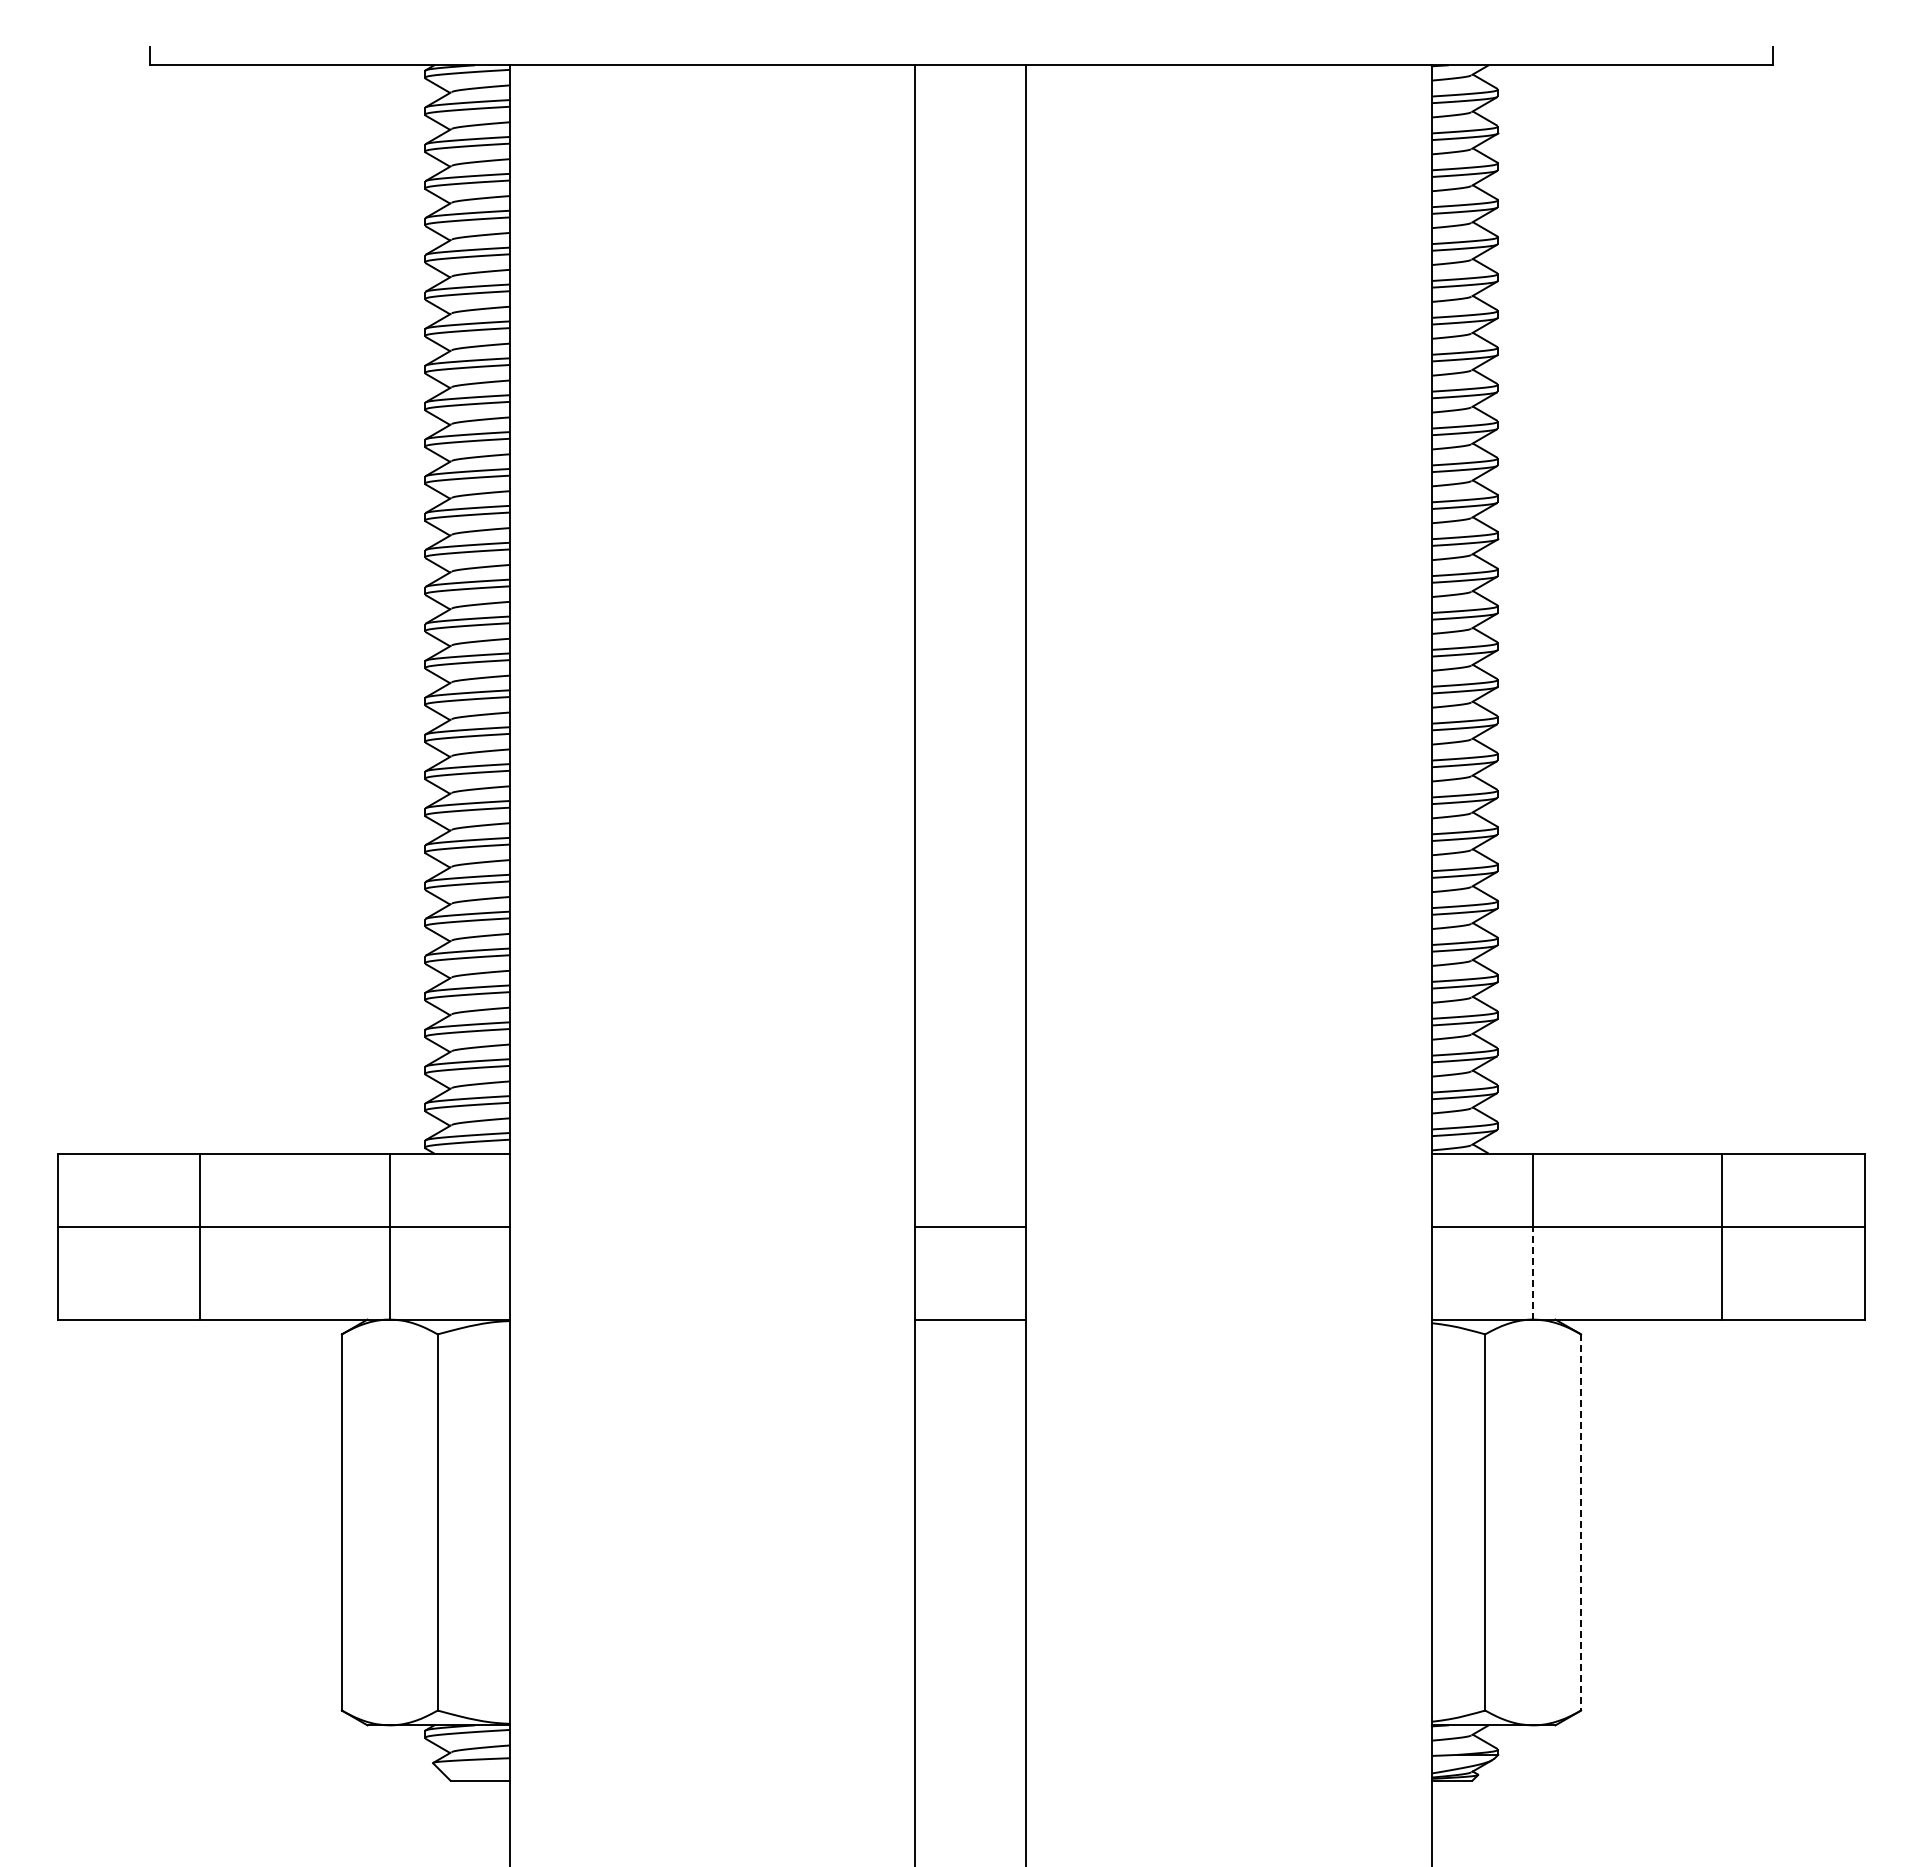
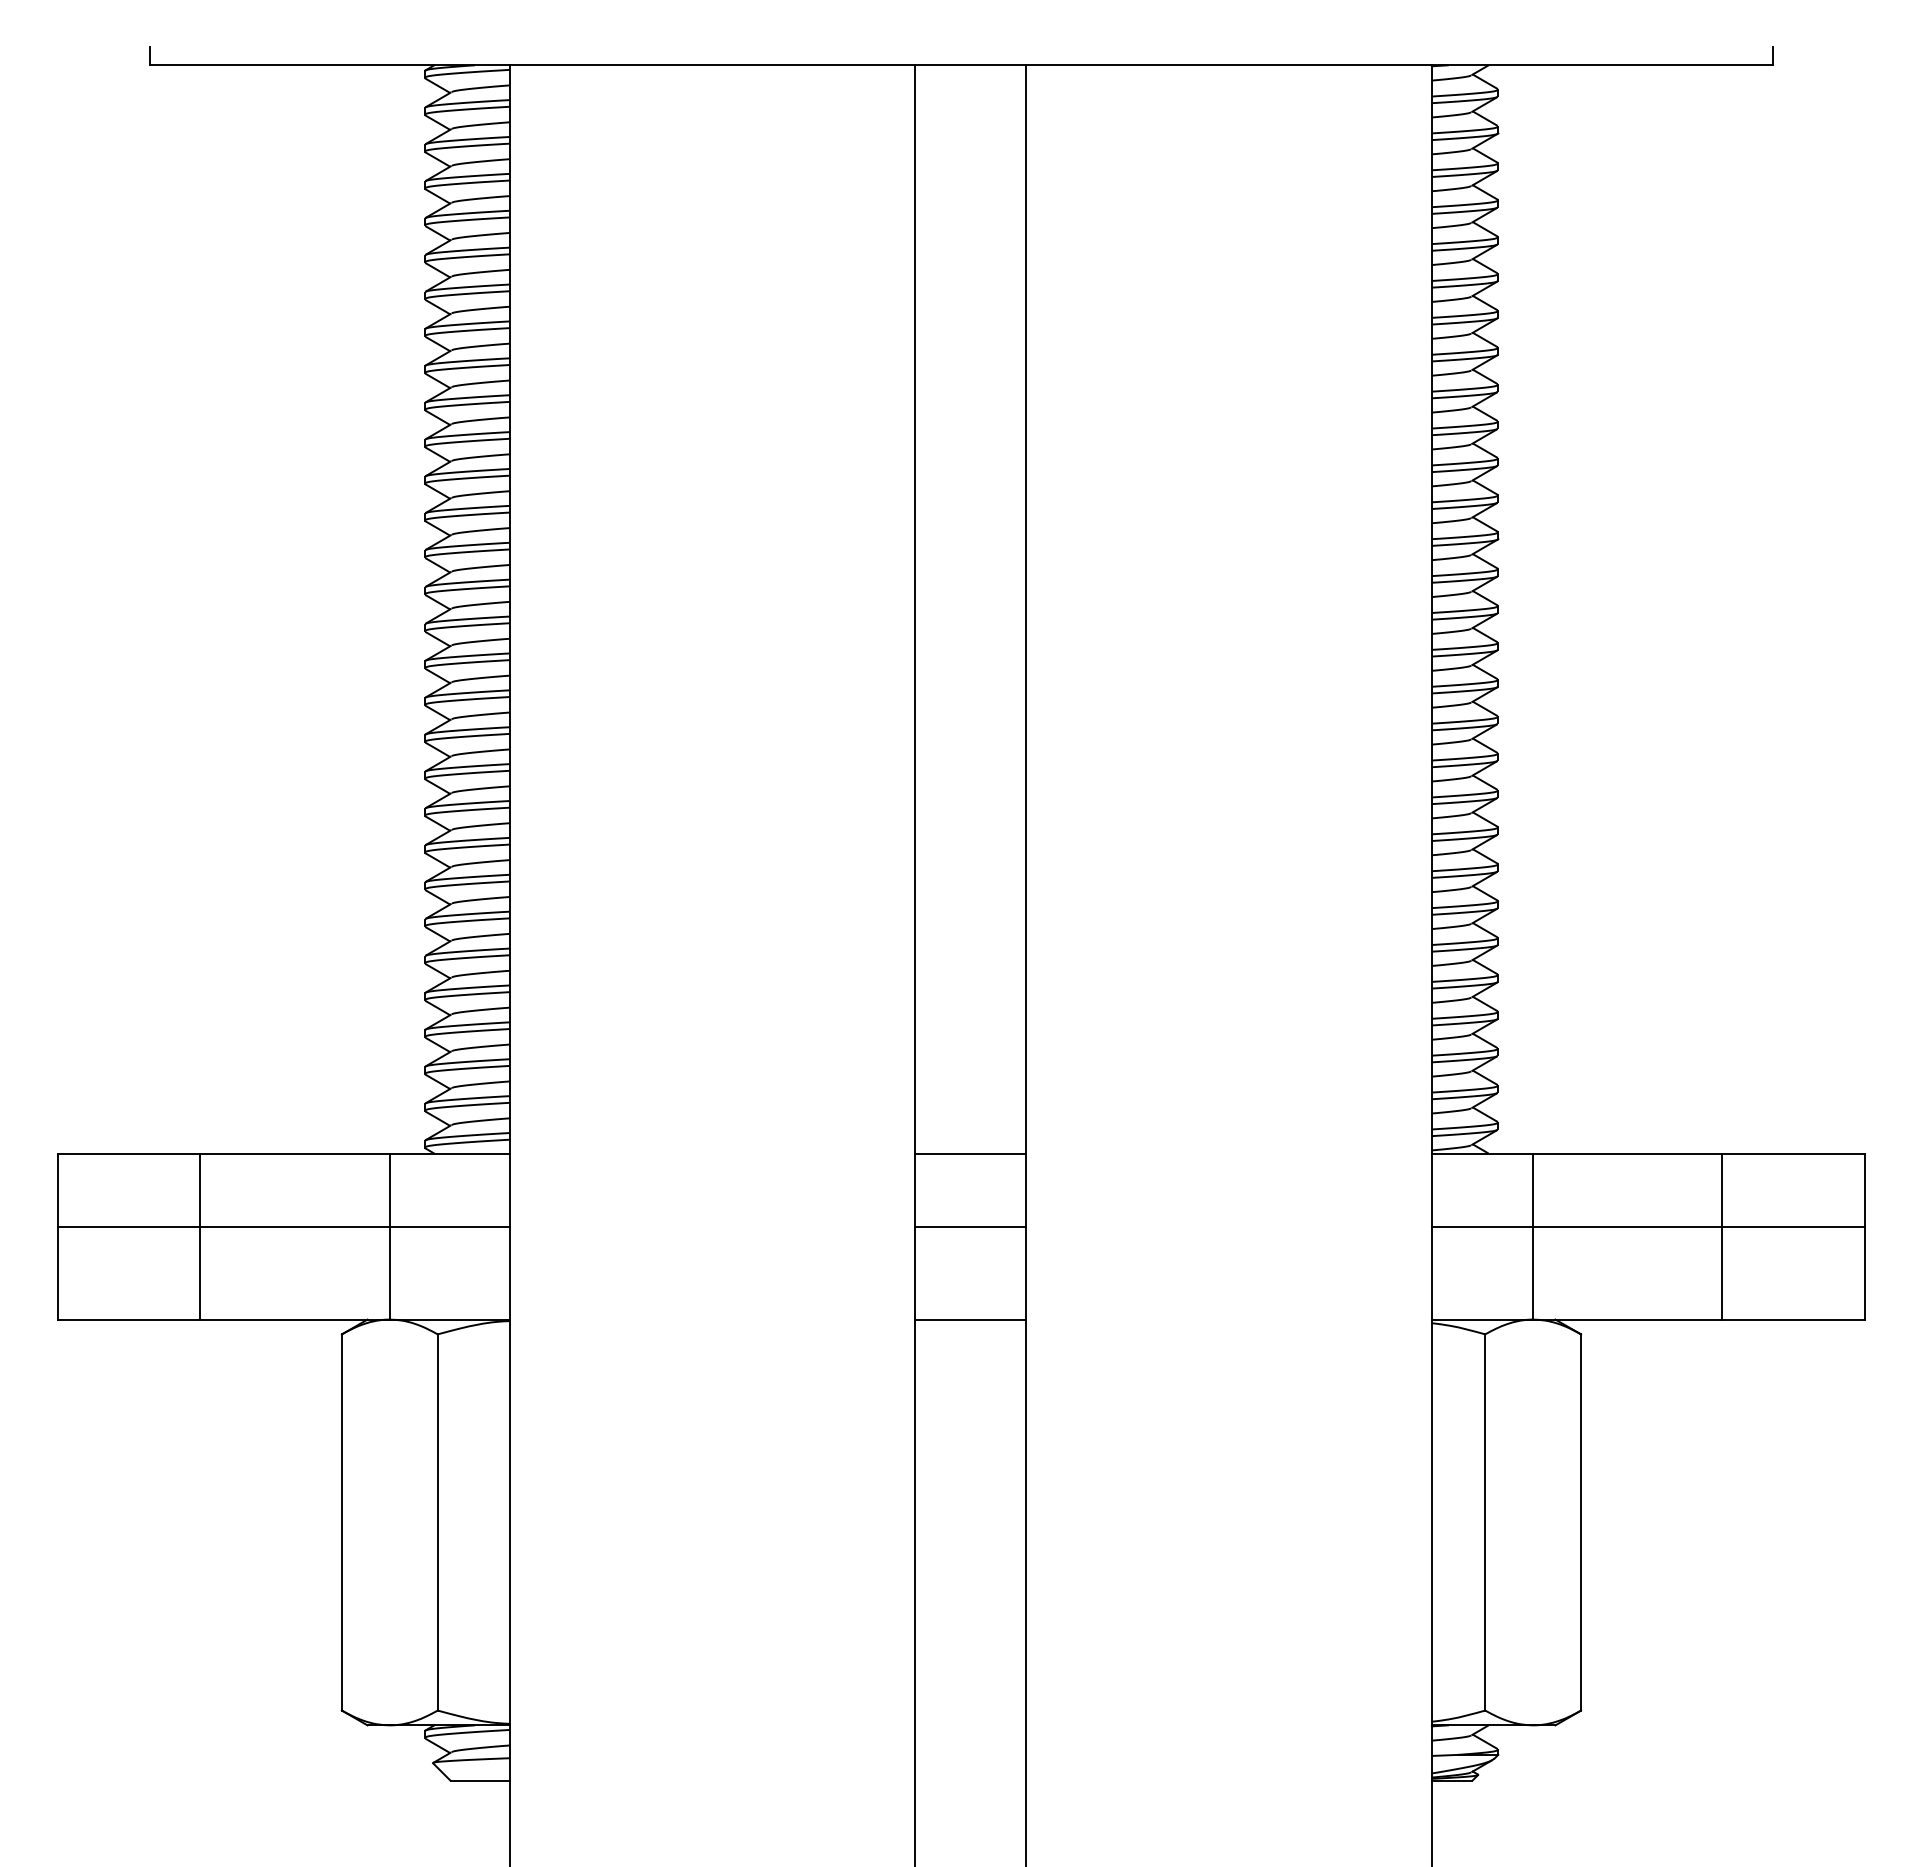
line at (970, 1153): none -> present
line at (1533, 1272): dashed -> solid
line at (1581, 1522): dashed -> solid
